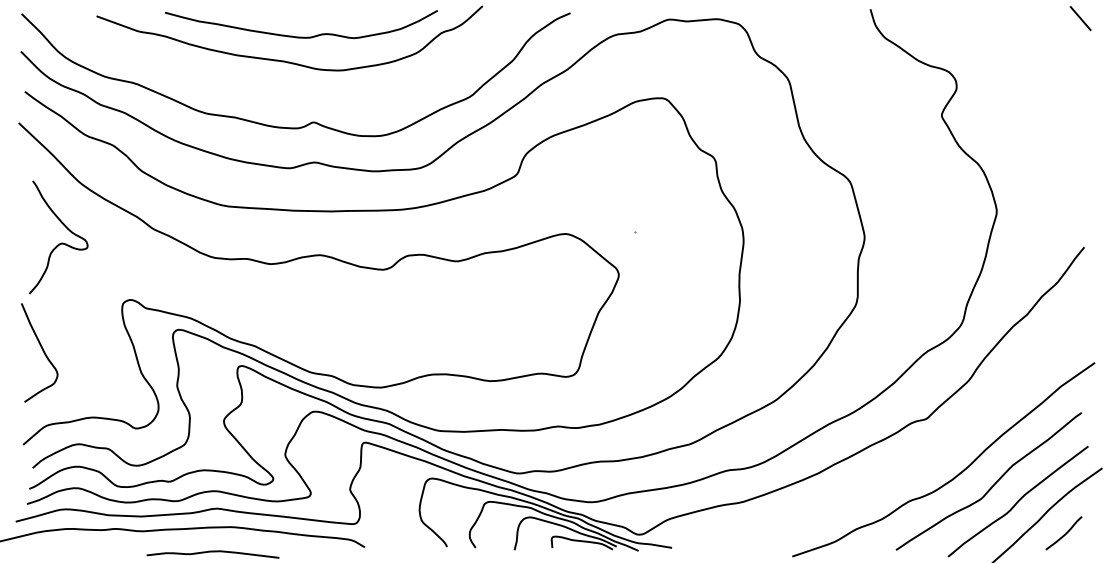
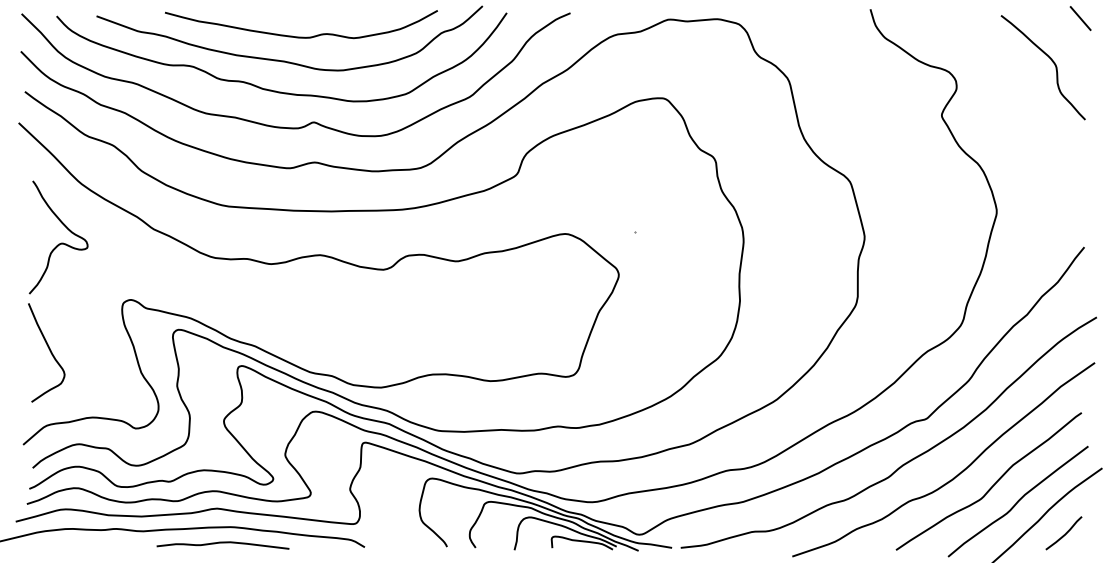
curve at (1051, 61): none -> present
curve at (276, 90): none -> present
curve at (42, 351) position: (42, 351) -> (49, 351)
curve at (908, 460): none -> present
curve at (212, 552) position: (212, 552) -> (222, 543)
